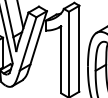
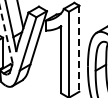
line at (6, 35): solid -> dashed
line at (79, 49): solid -> dashed
